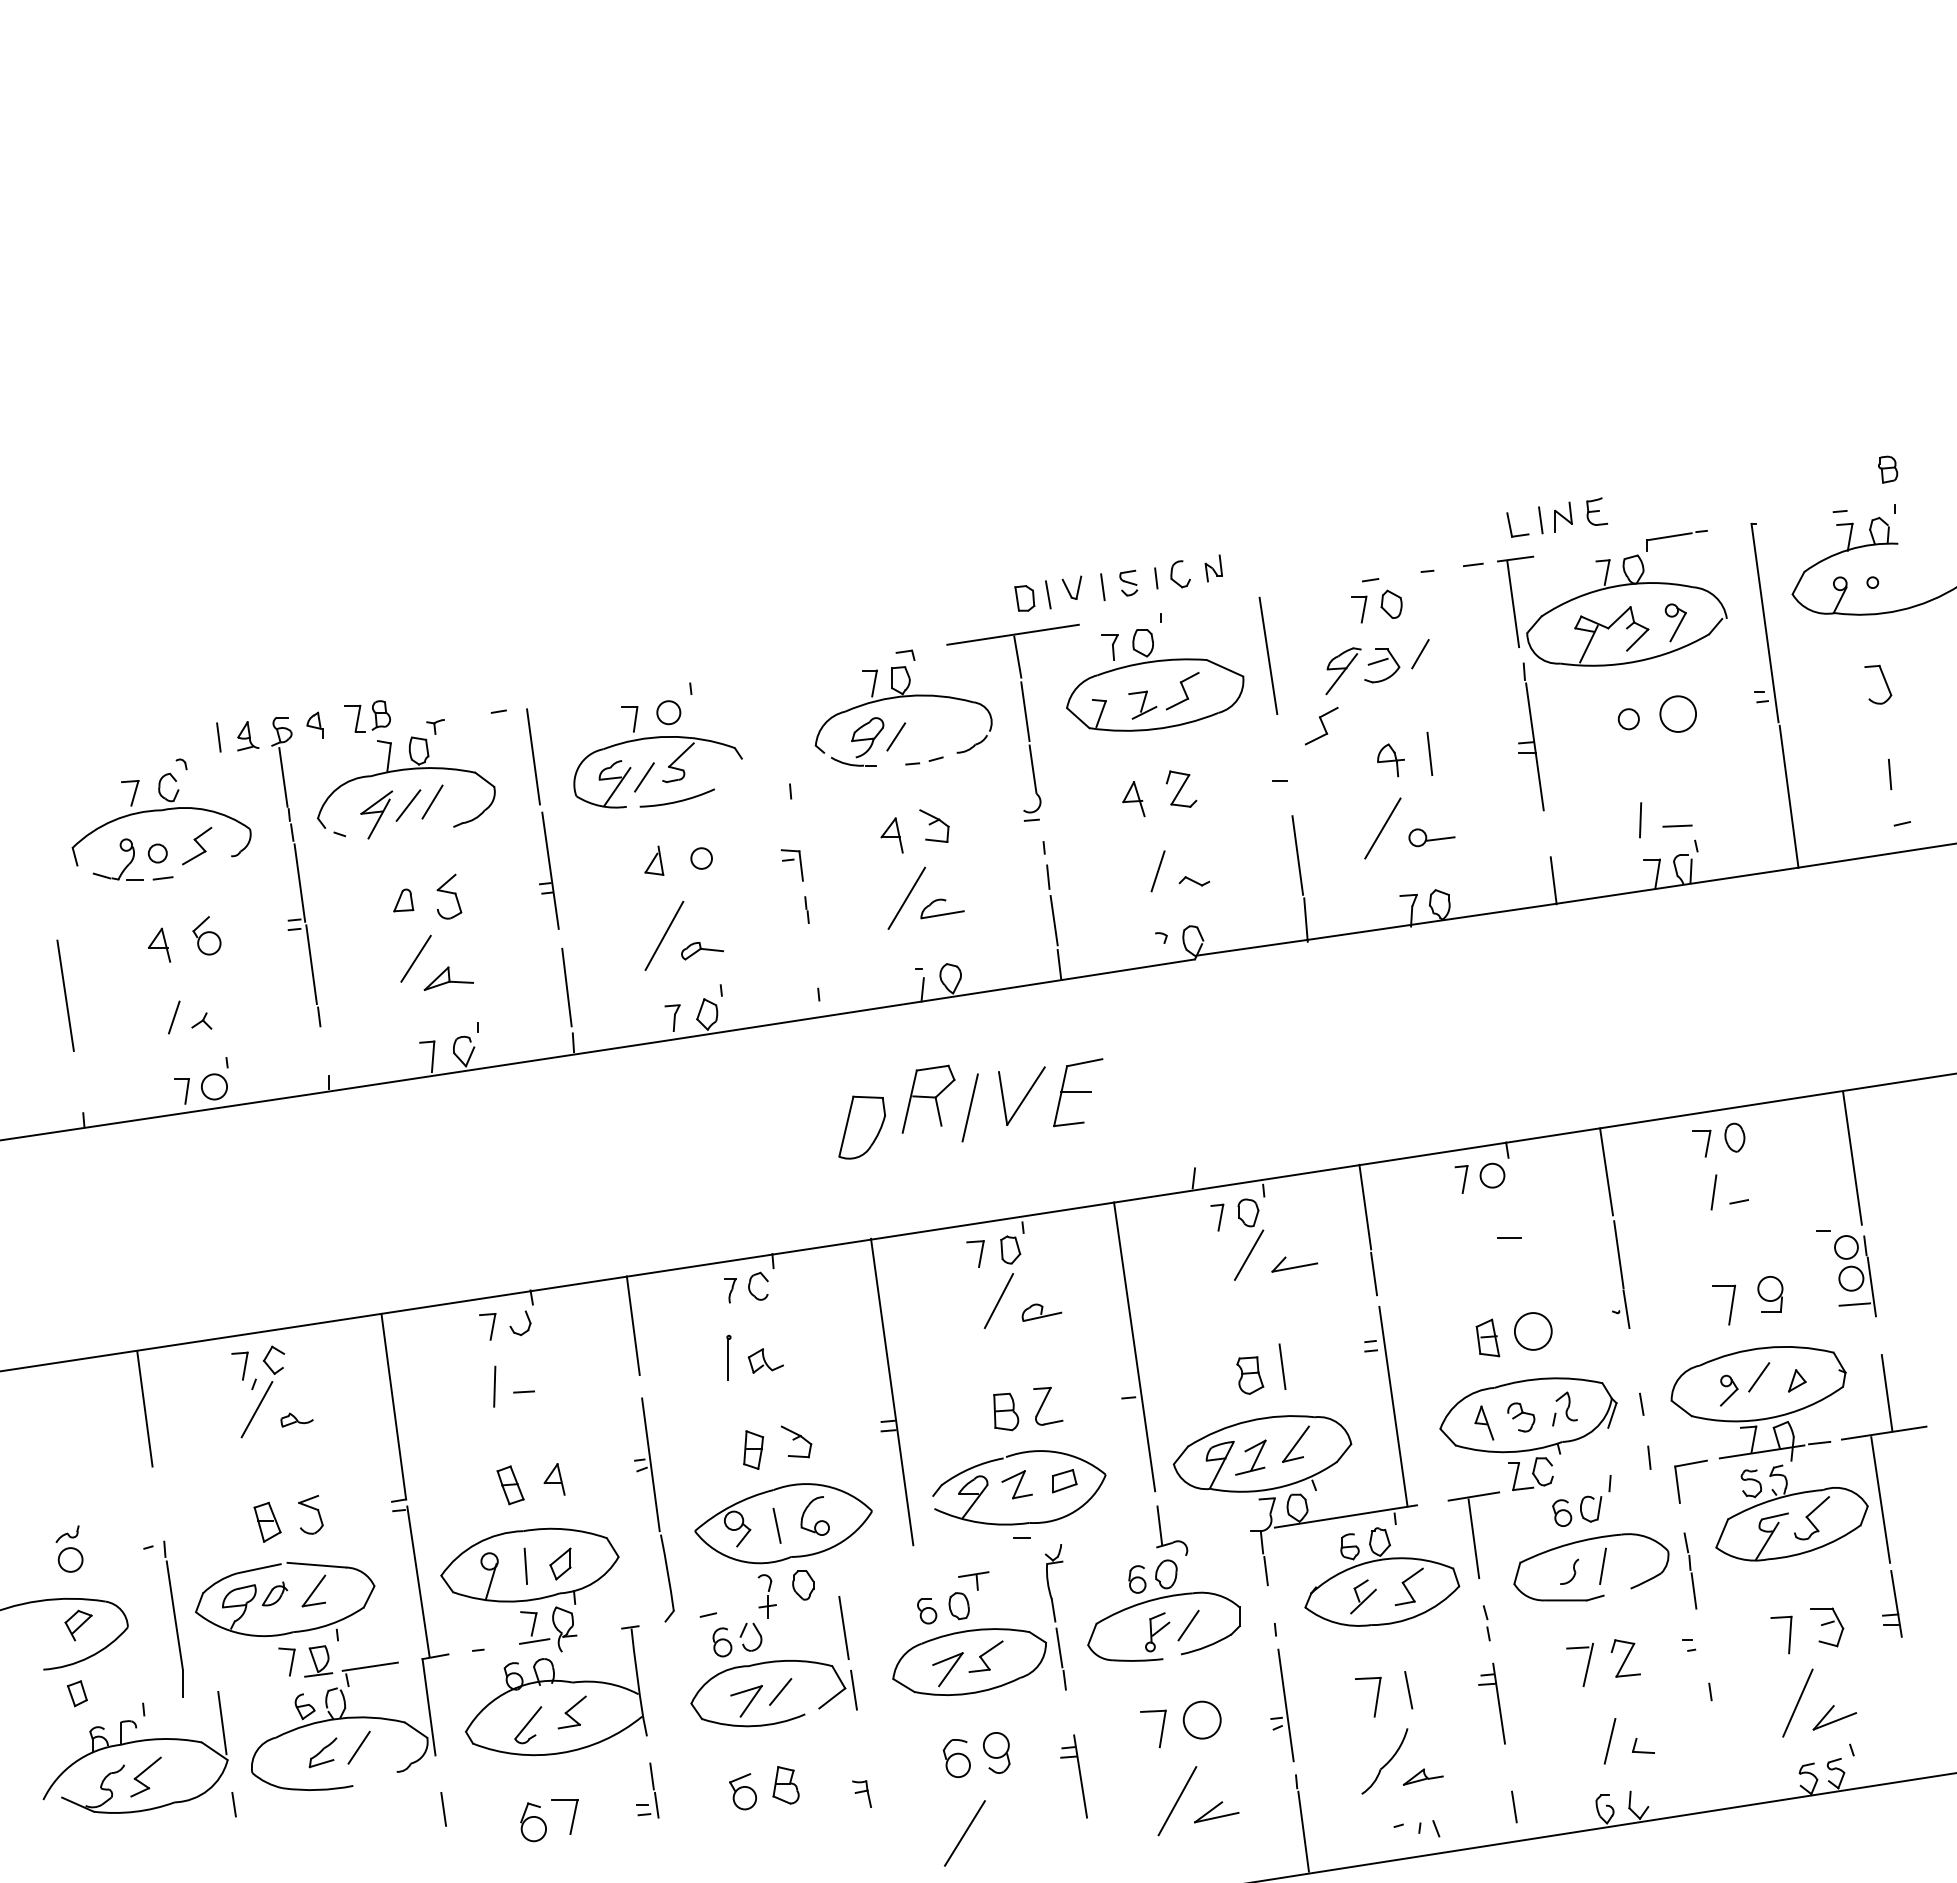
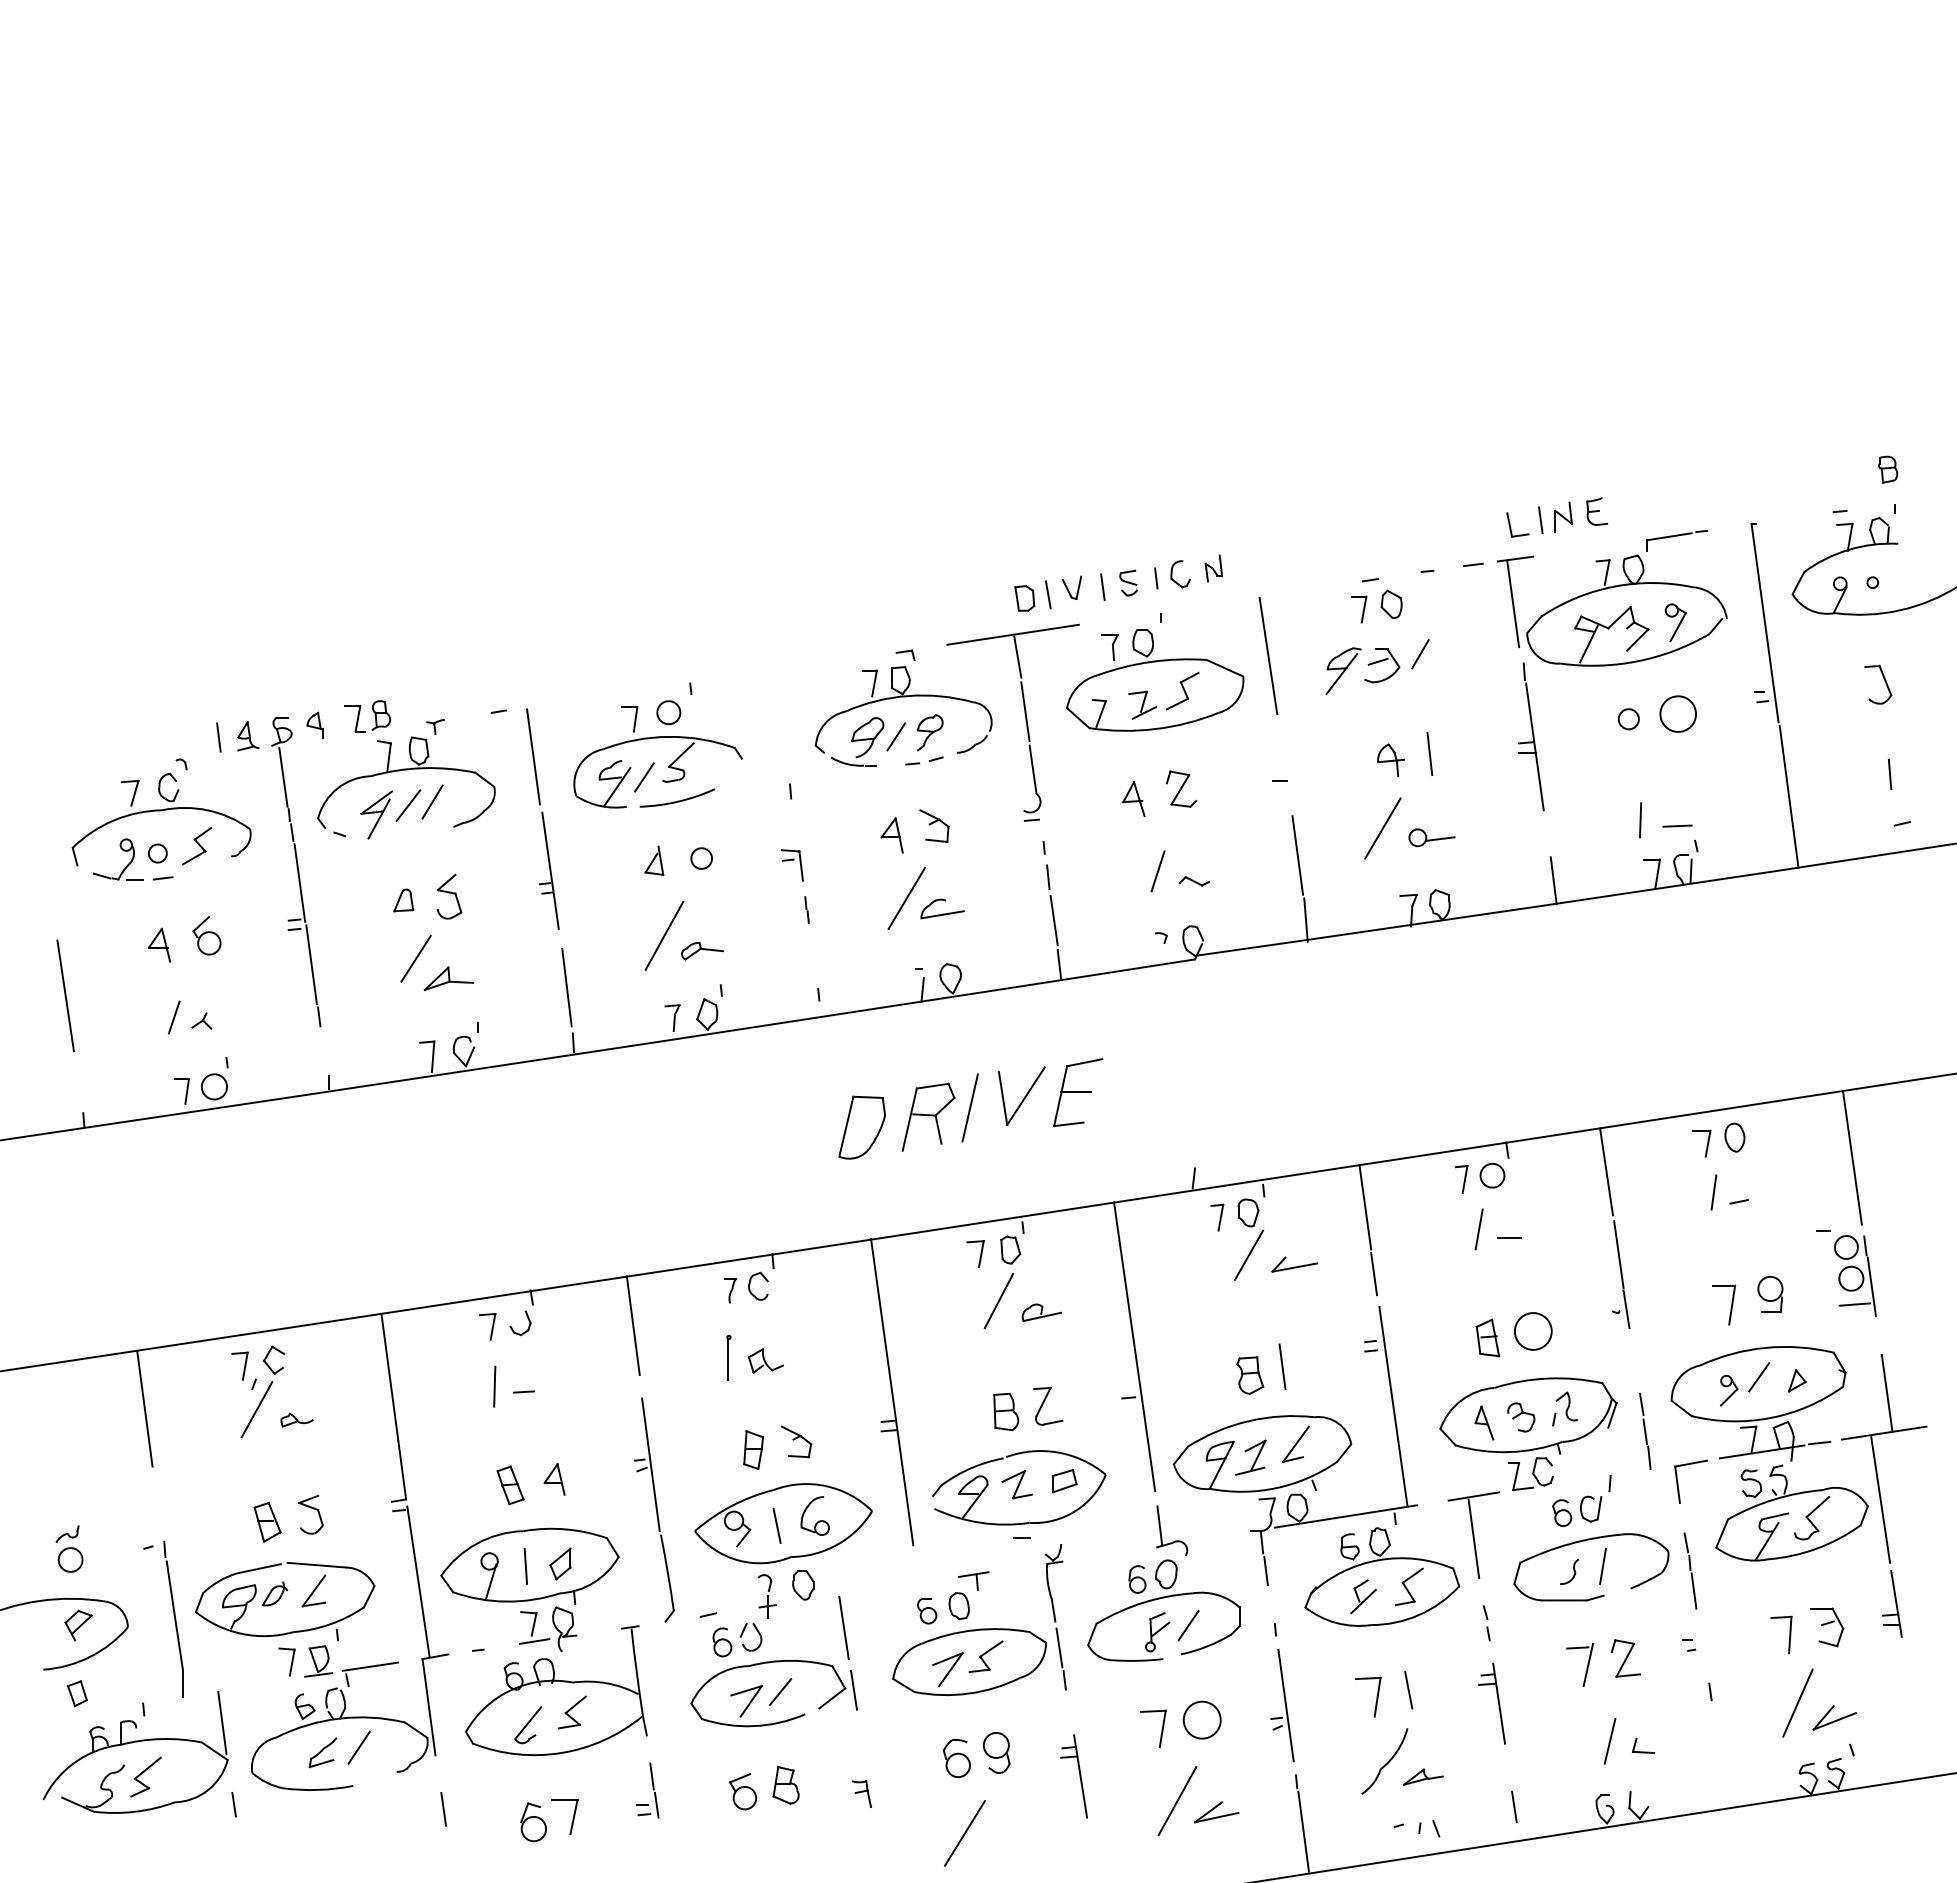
part at (1321, 726): present -> none
part at (929, 732): none -> present
part at (928, 1098) position: (928, 1098) -> (928, 1116)
line at (1478, 1229): none -> present
line at (1645, 1431): none -> present
